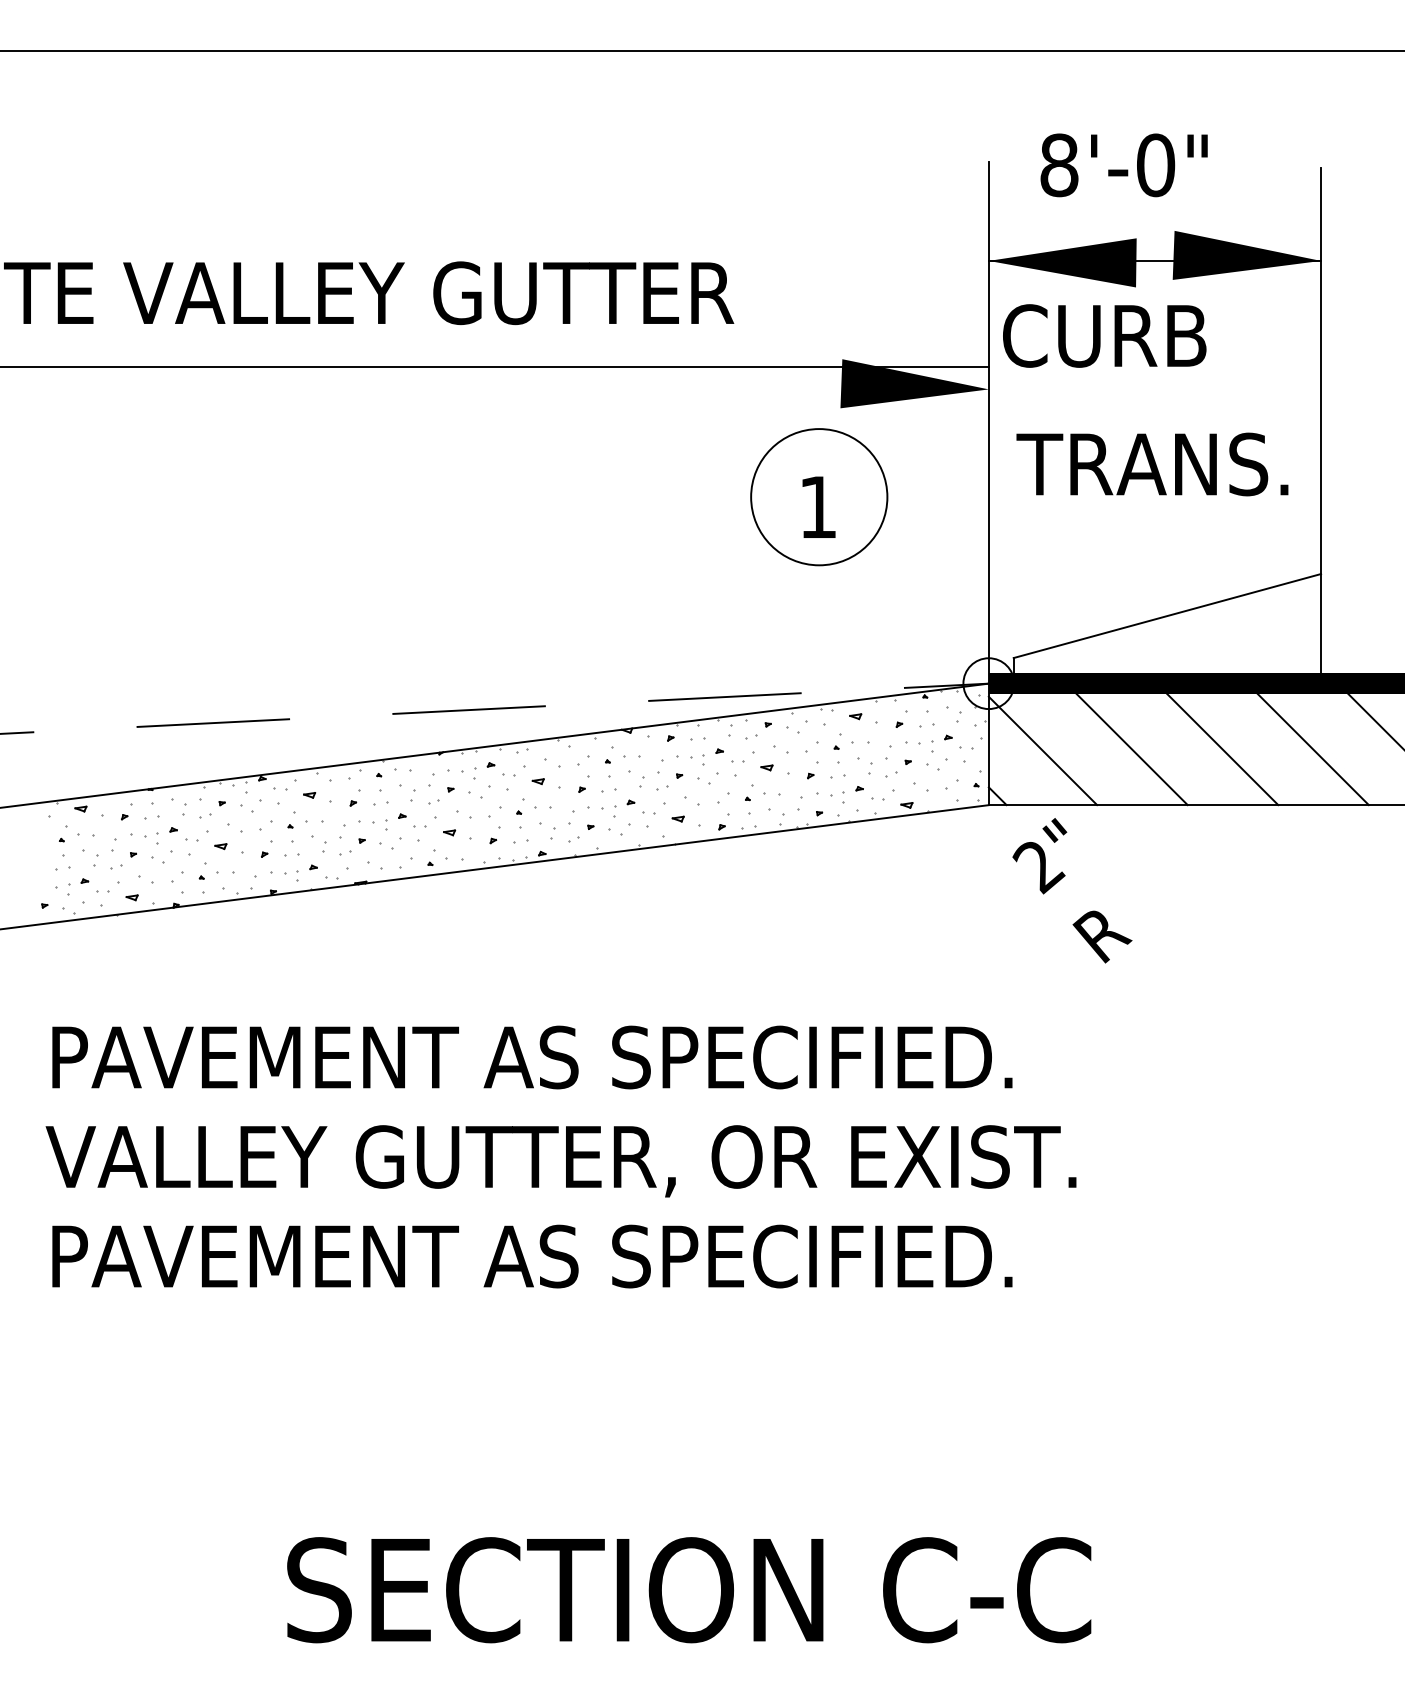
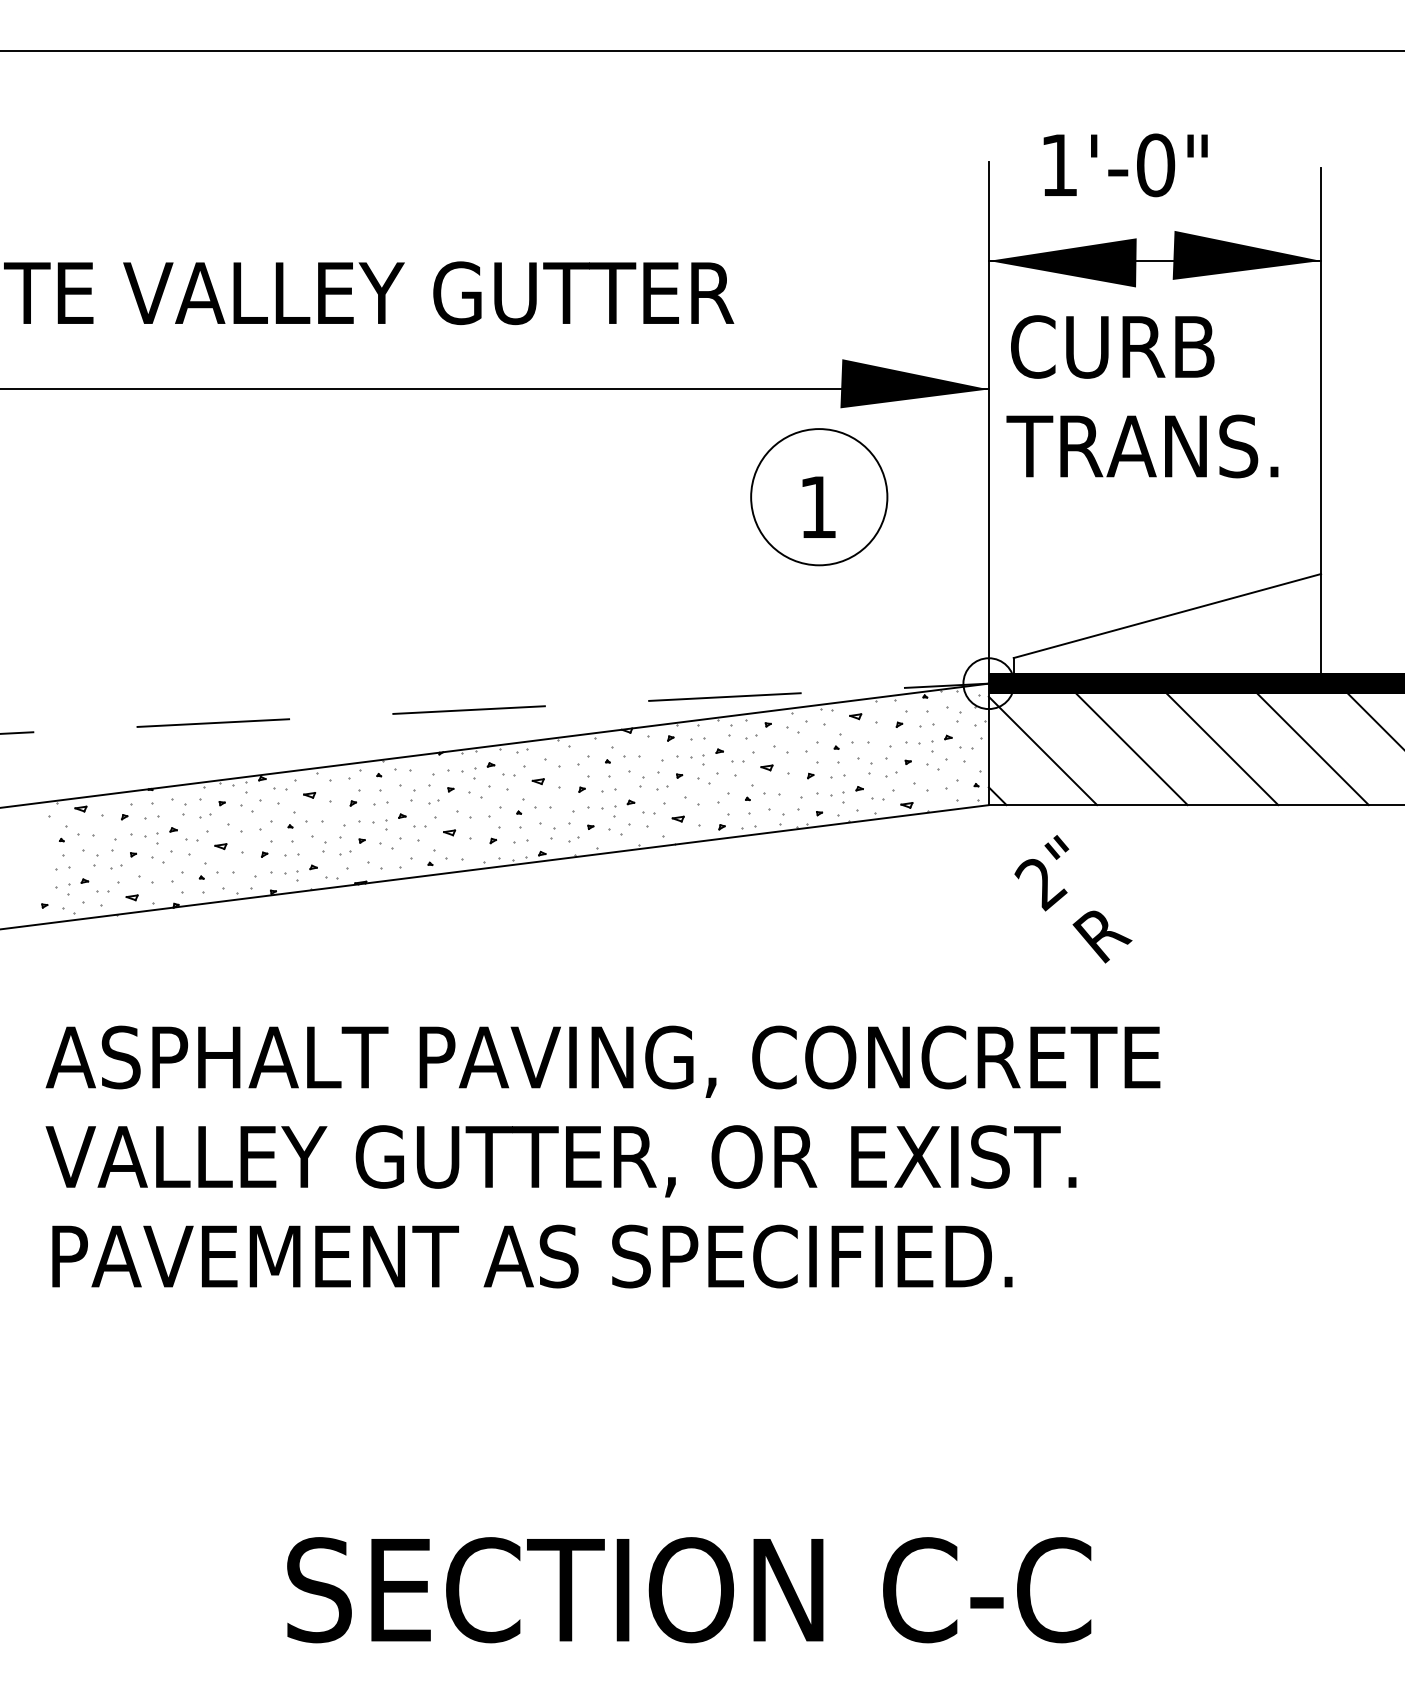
text at (1059, 165): 8'-0" -> 1'-0"
text at (1104, 335) position: (1104, 335) -> (1112, 346)
line at (495, 367) position: (495, 367) -> (495, 389)
text at (1152, 464) position: (1152, 464) -> (1142, 446)
text at (1039, 856) position: (1039, 856) -> (1041, 873)
text at (602, 1061): PAVEMENT AS SPECIFIED. -> ASPHALT PAVING, CONCRETE
